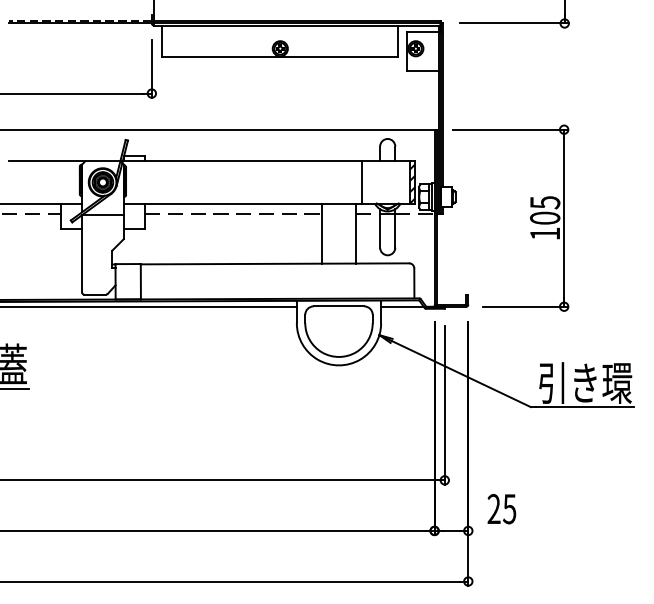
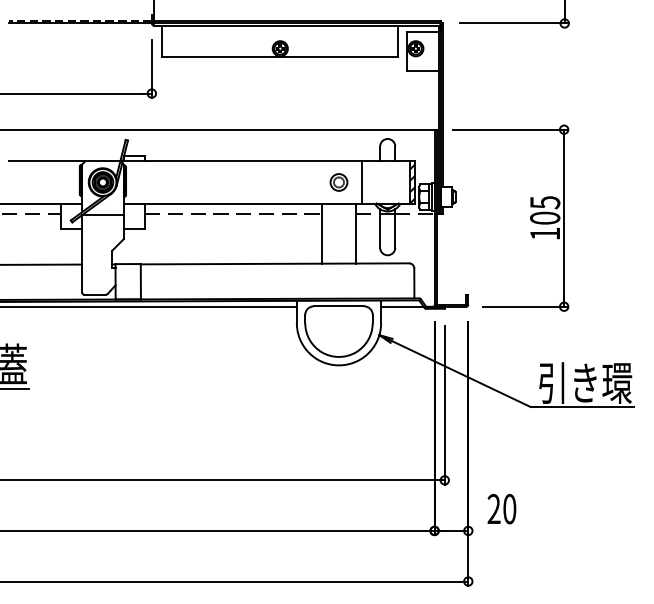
part at (338, 182): none -> present
line at (41, 264): none -> present
text at (509, 509): 25 -> 20
